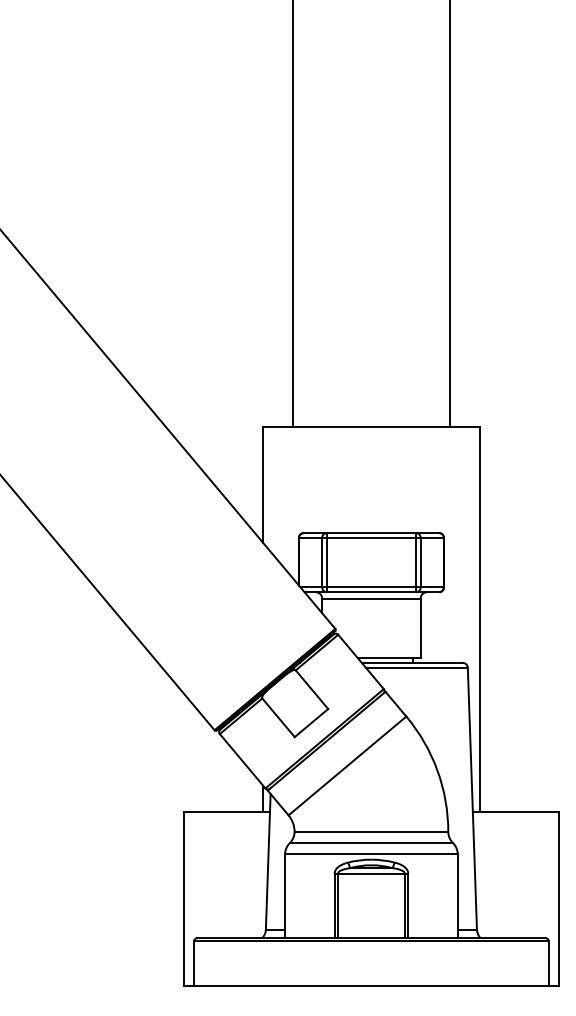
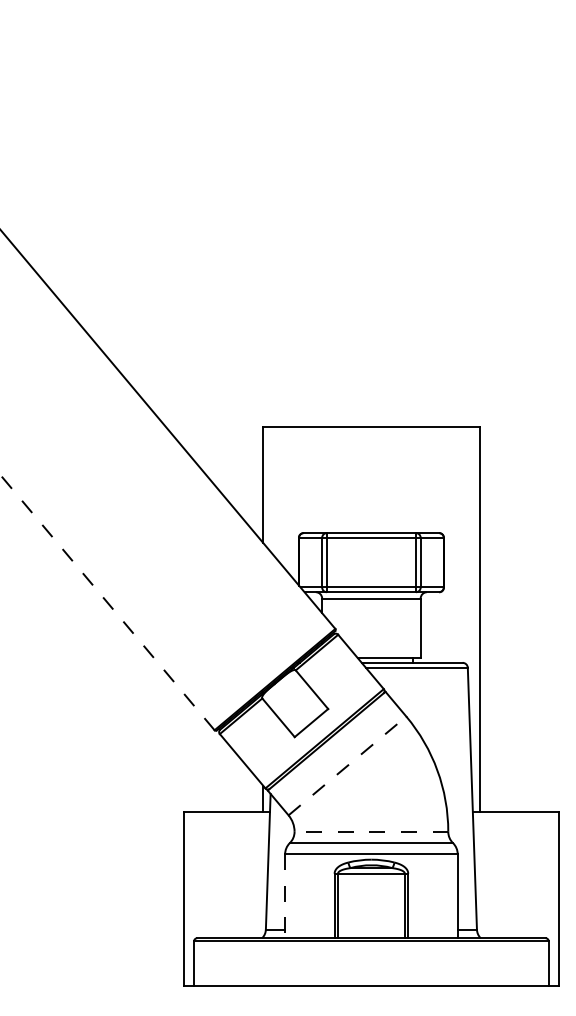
line at (292, 214): present -> none
line at (450, 214): present -> none
line at (107, 602): solid -> dashed
line at (347, 765): solid -> dashed
line at (371, 831): solid -> dashed
line at (285, 896): solid -> dashed
